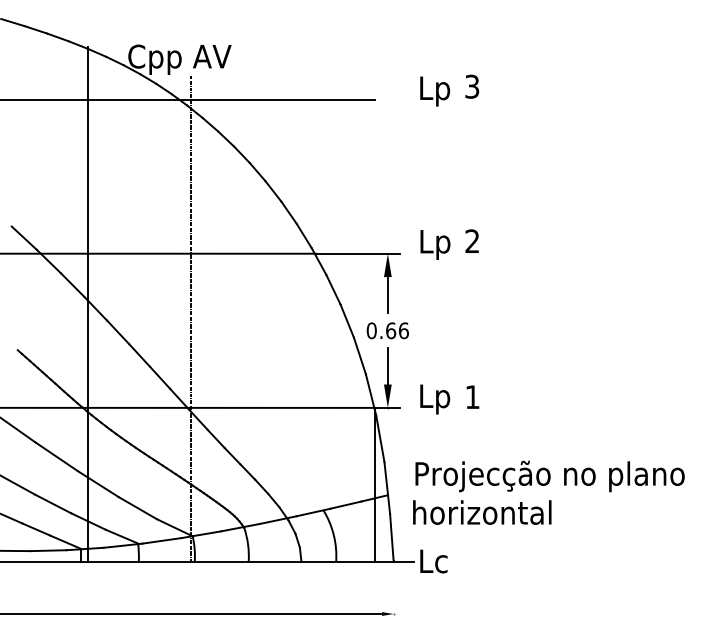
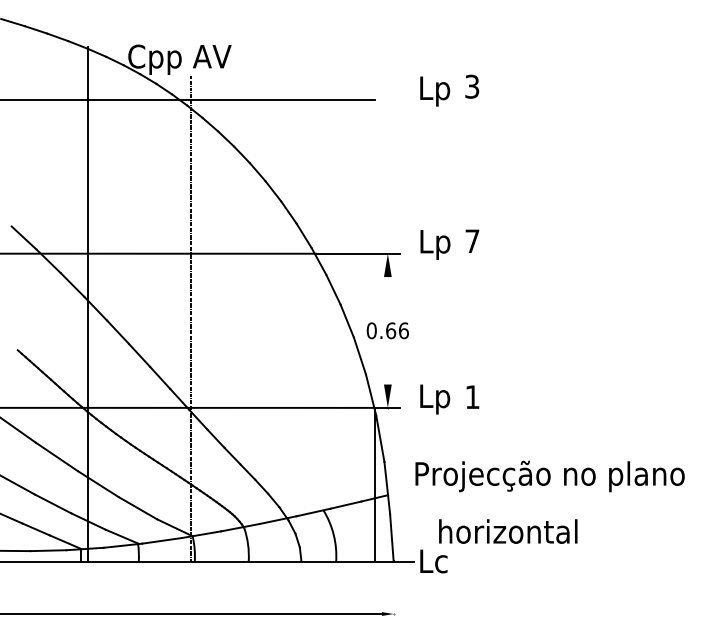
text at (472, 240): 2 -> 7
line at (387, 295): present -> none
line at (387, 366): present -> none
text at (482, 512) position: (482, 512) -> (508, 531)
